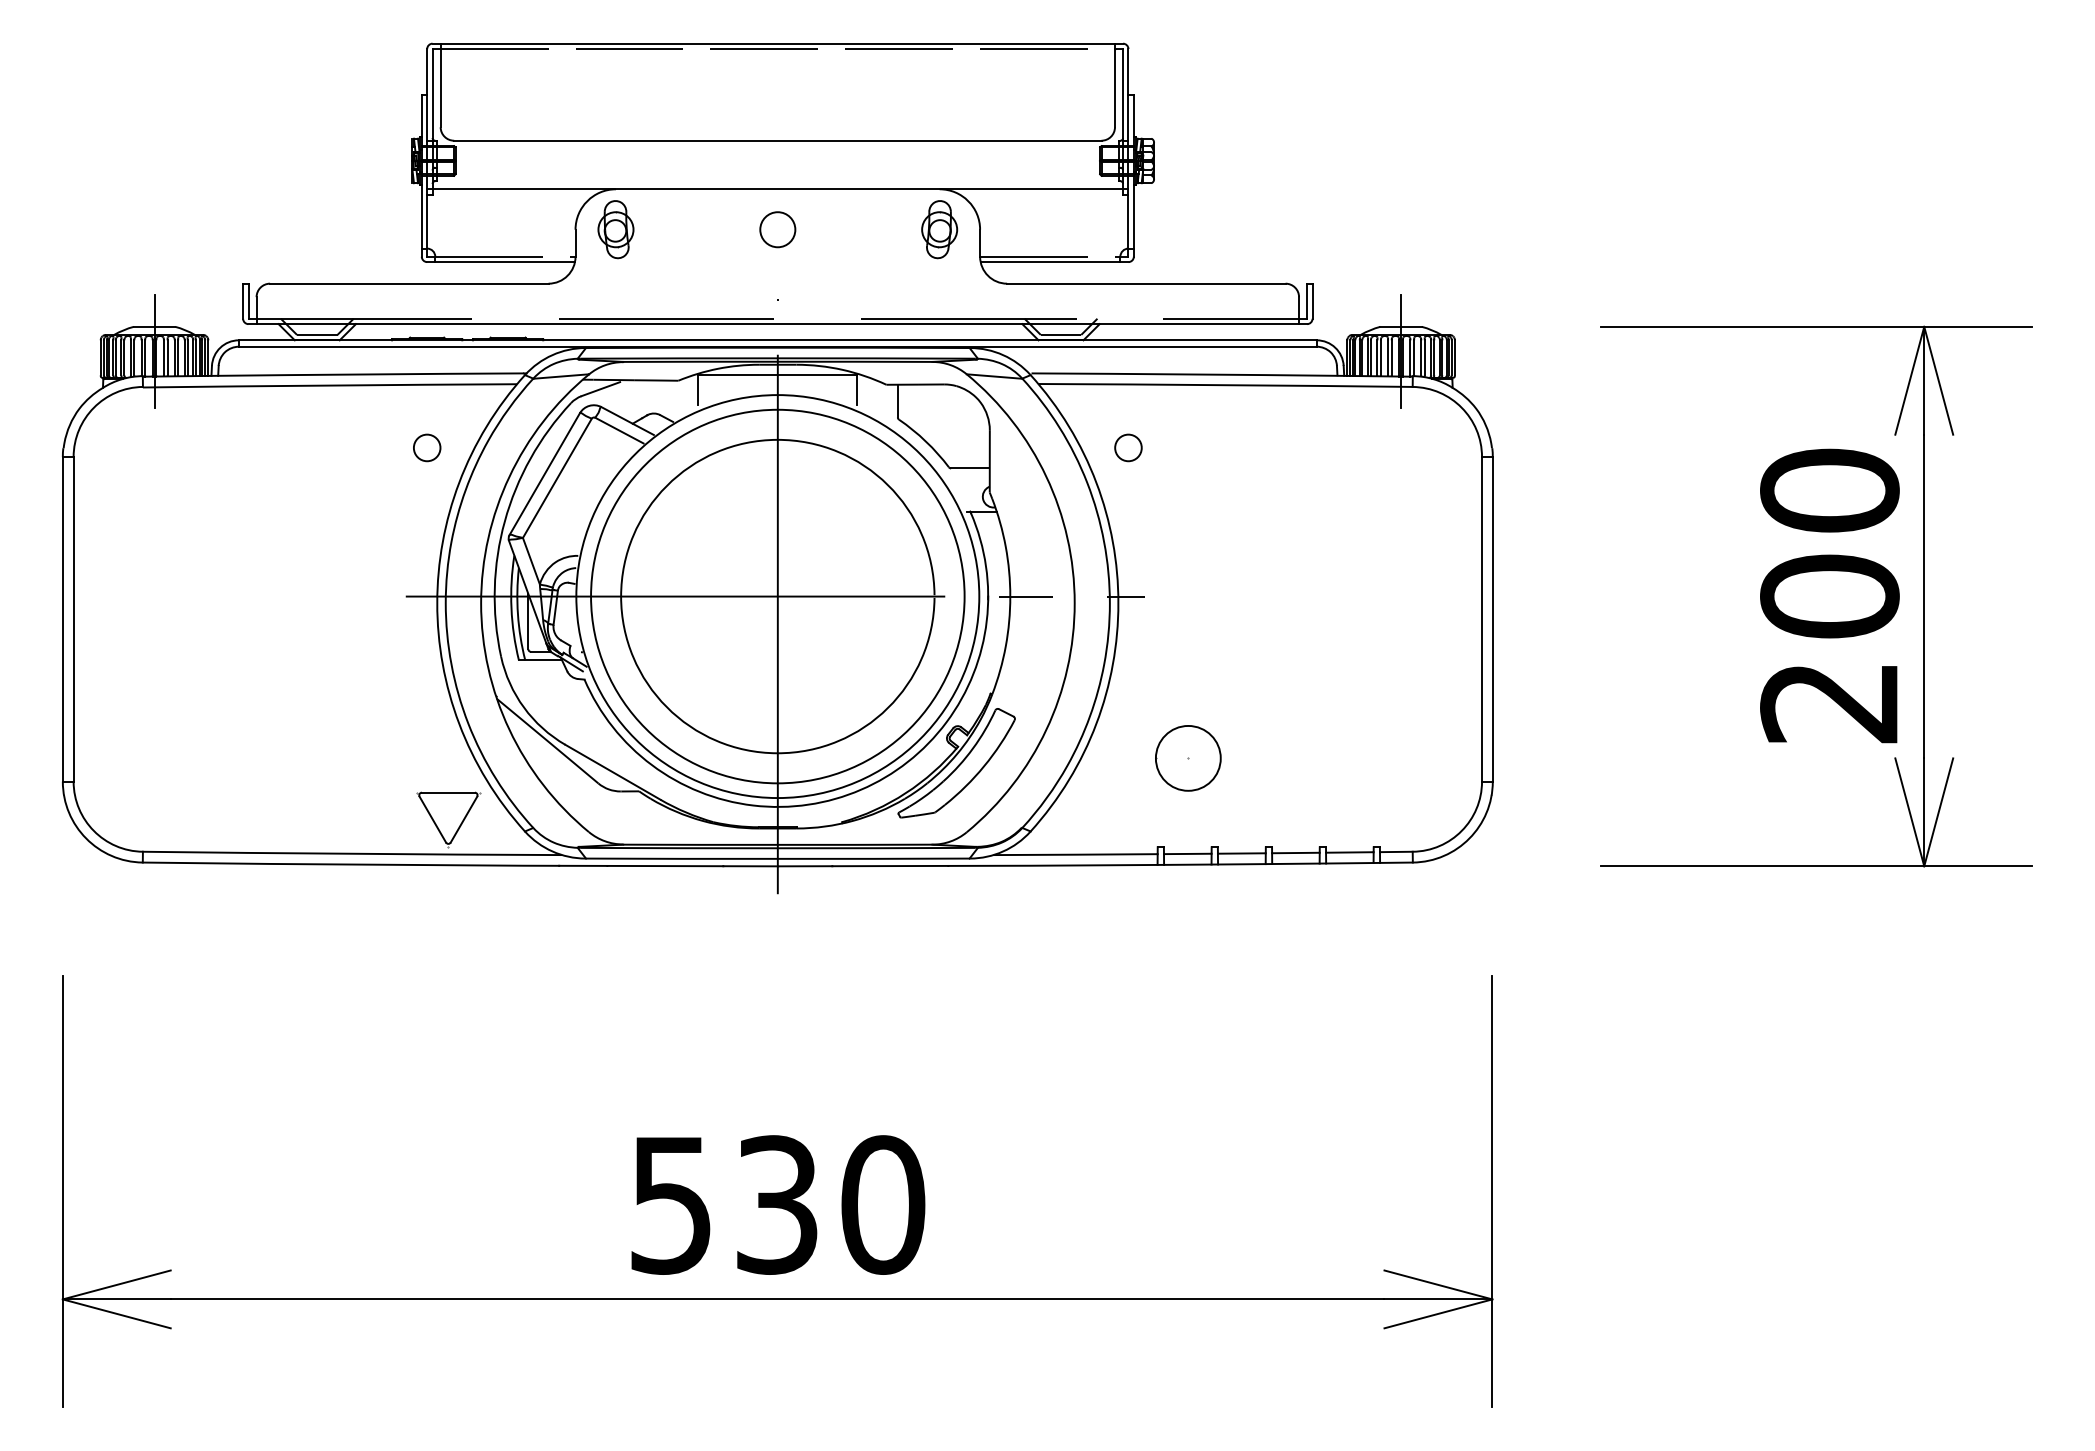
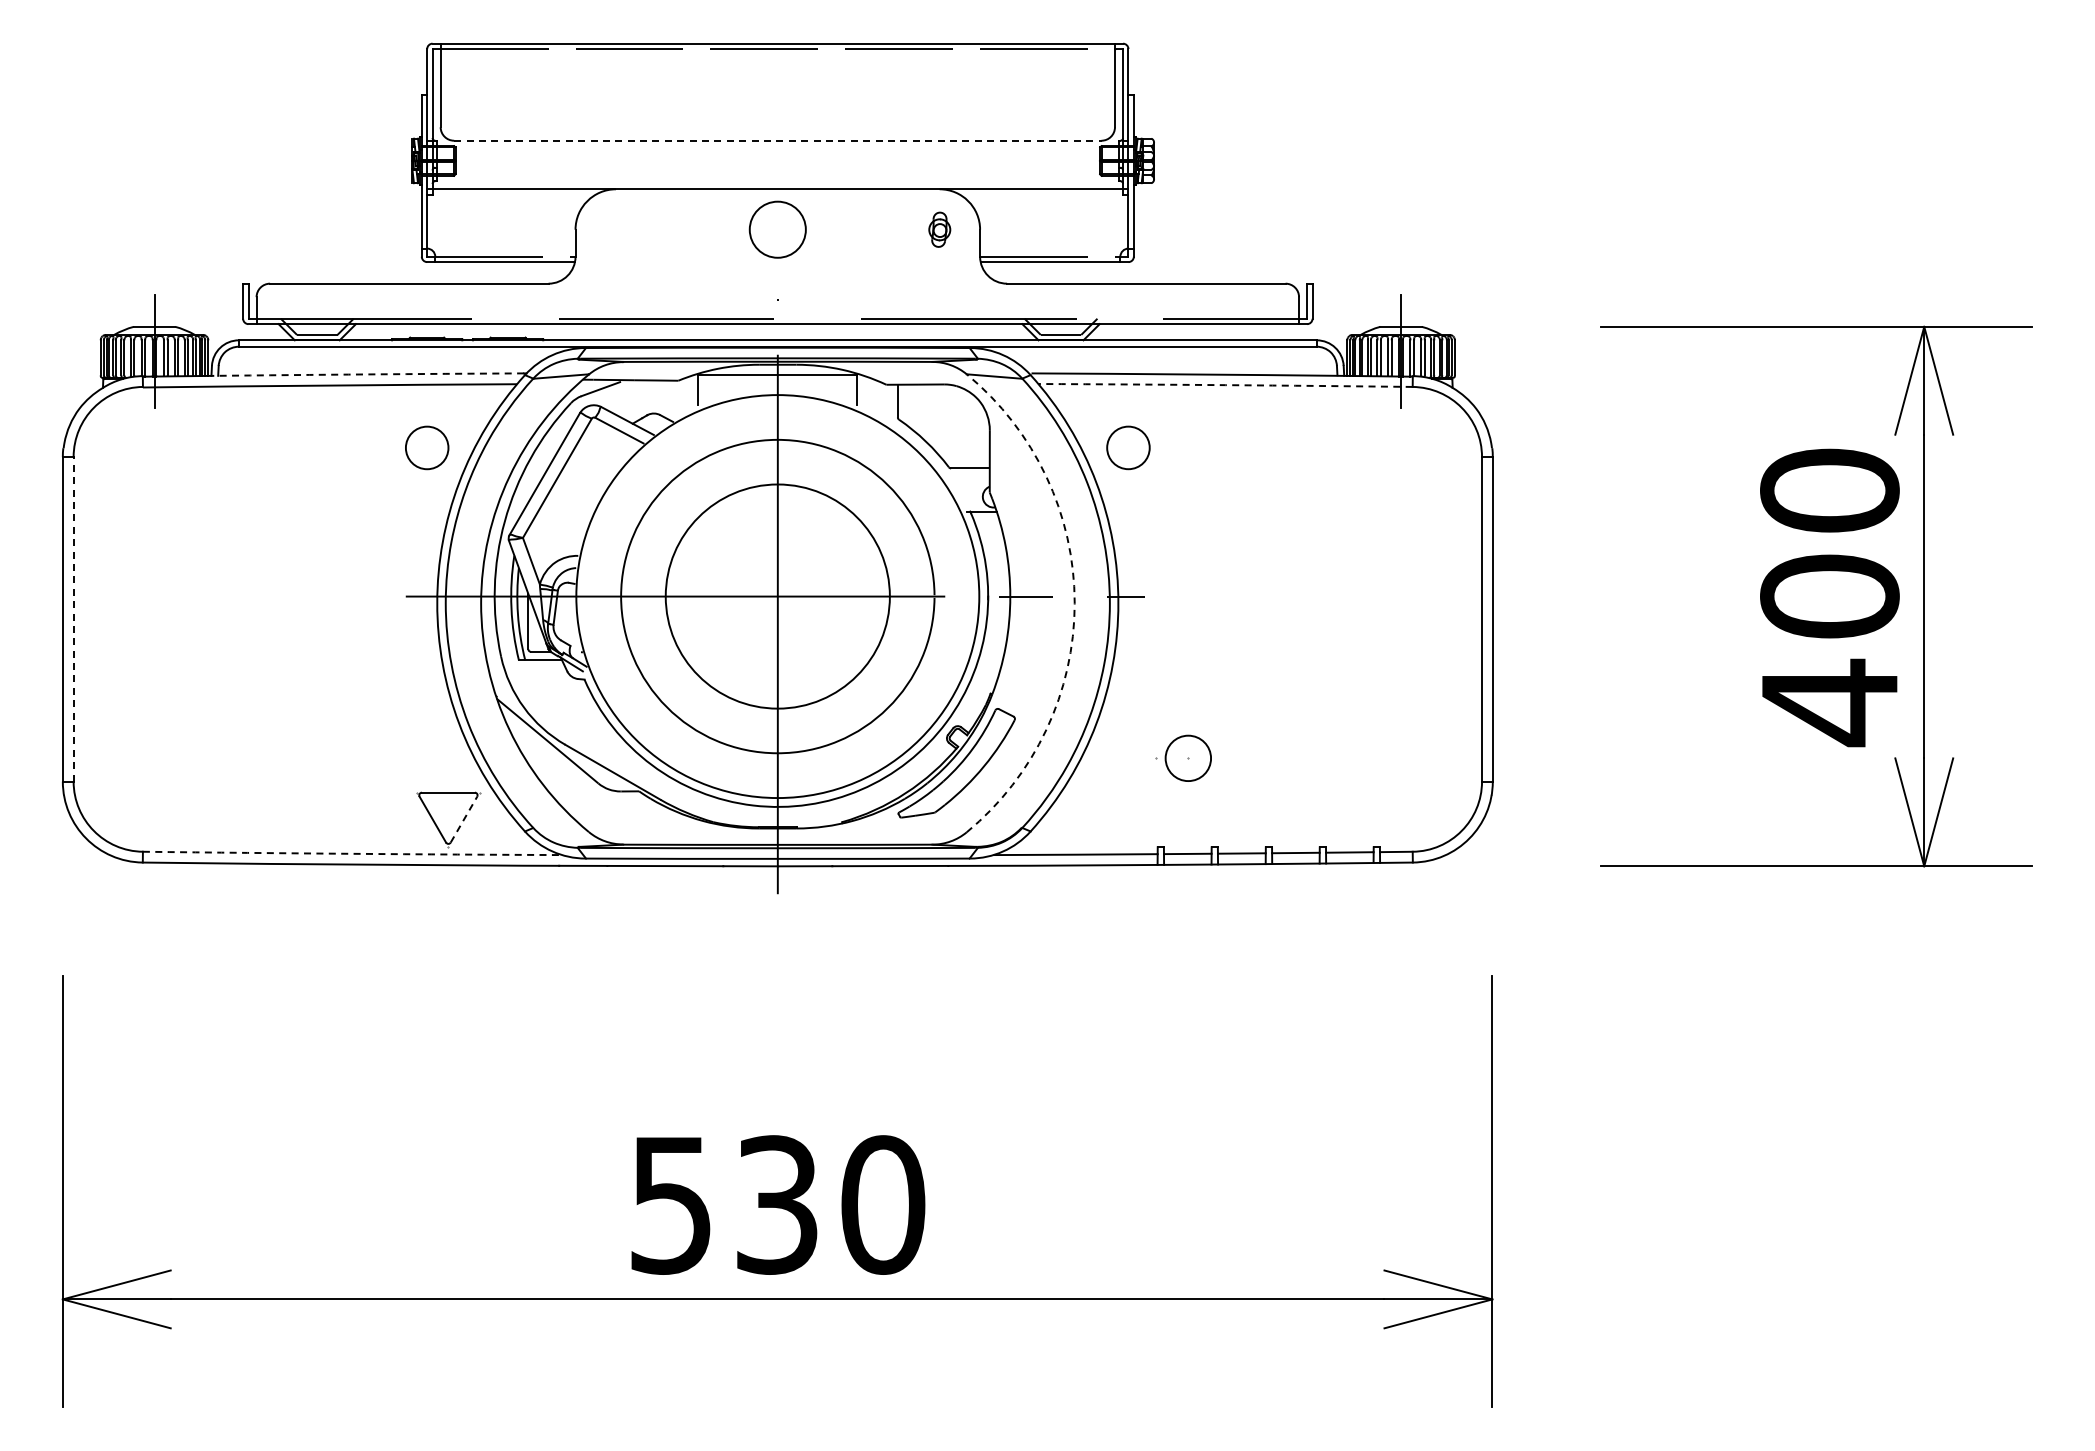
line at (777, 140): solid -> dashed
part at (615, 229): present -> none
circle at (777, 229) diameter: 35 px -> 56 px
part at (939, 229) size: 38x60 px -> 24x37 px
arc at (367, 374): solid -> dashed
arc at (1225, 385): solid -> dashed
circle at (426, 447) diameter: 27 px -> 43 px
circle at (1128, 447) size: 29x30 px -> 45x46 px
circle at (777, 596) diameter: 374 px -> 224 px
arc at (1074, 603): solid -> dashed
line at (73, 618): solid -> dashed
text at (1828, 702): 200 -> 400
circle at (1187, 757) diameter: 65 px -> 45 px
line at (464, 819): solid -> dashed
arc at (352, 853): solid -> dashed
